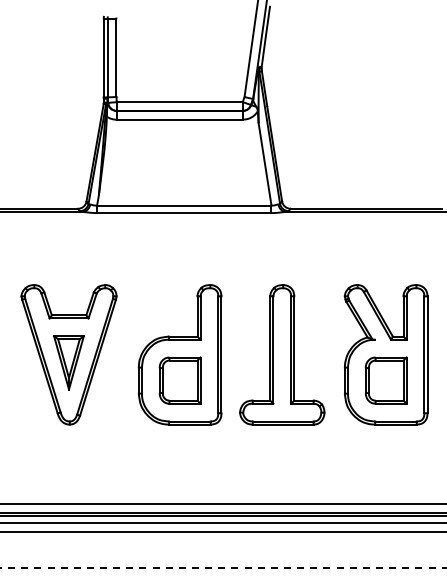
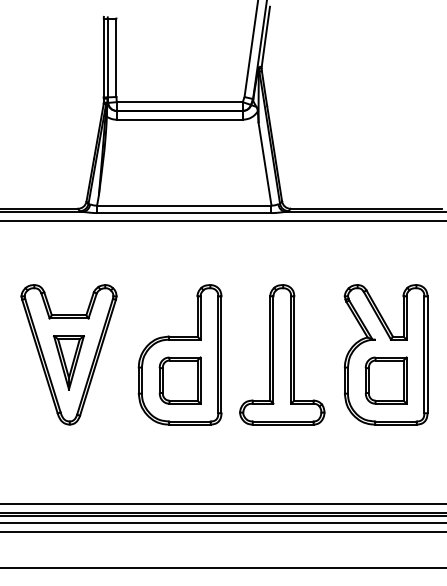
line at (222, 220): none -> present
line at (224, 568): dashed -> solid
